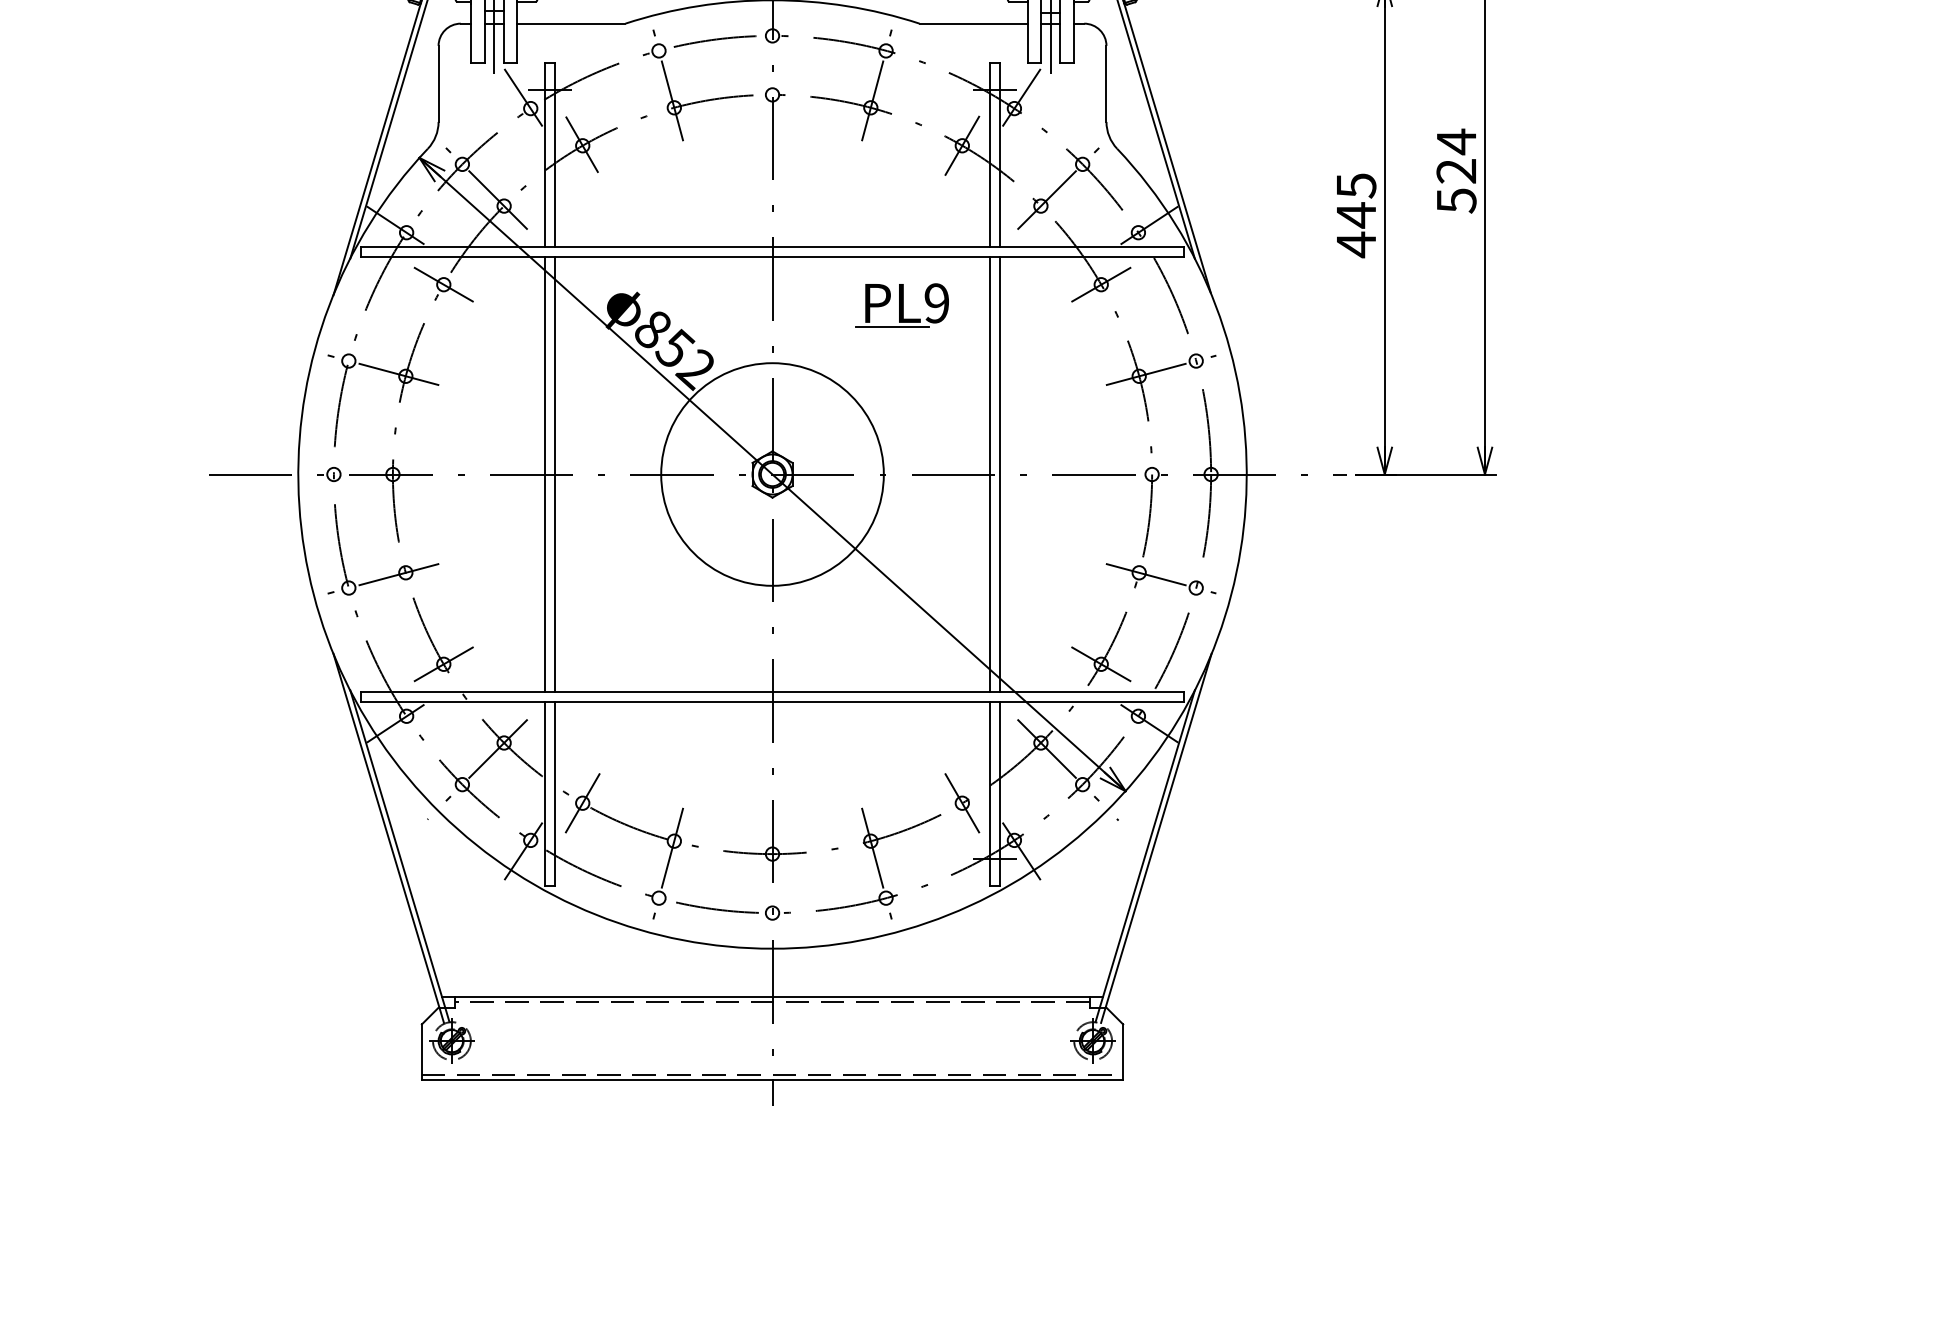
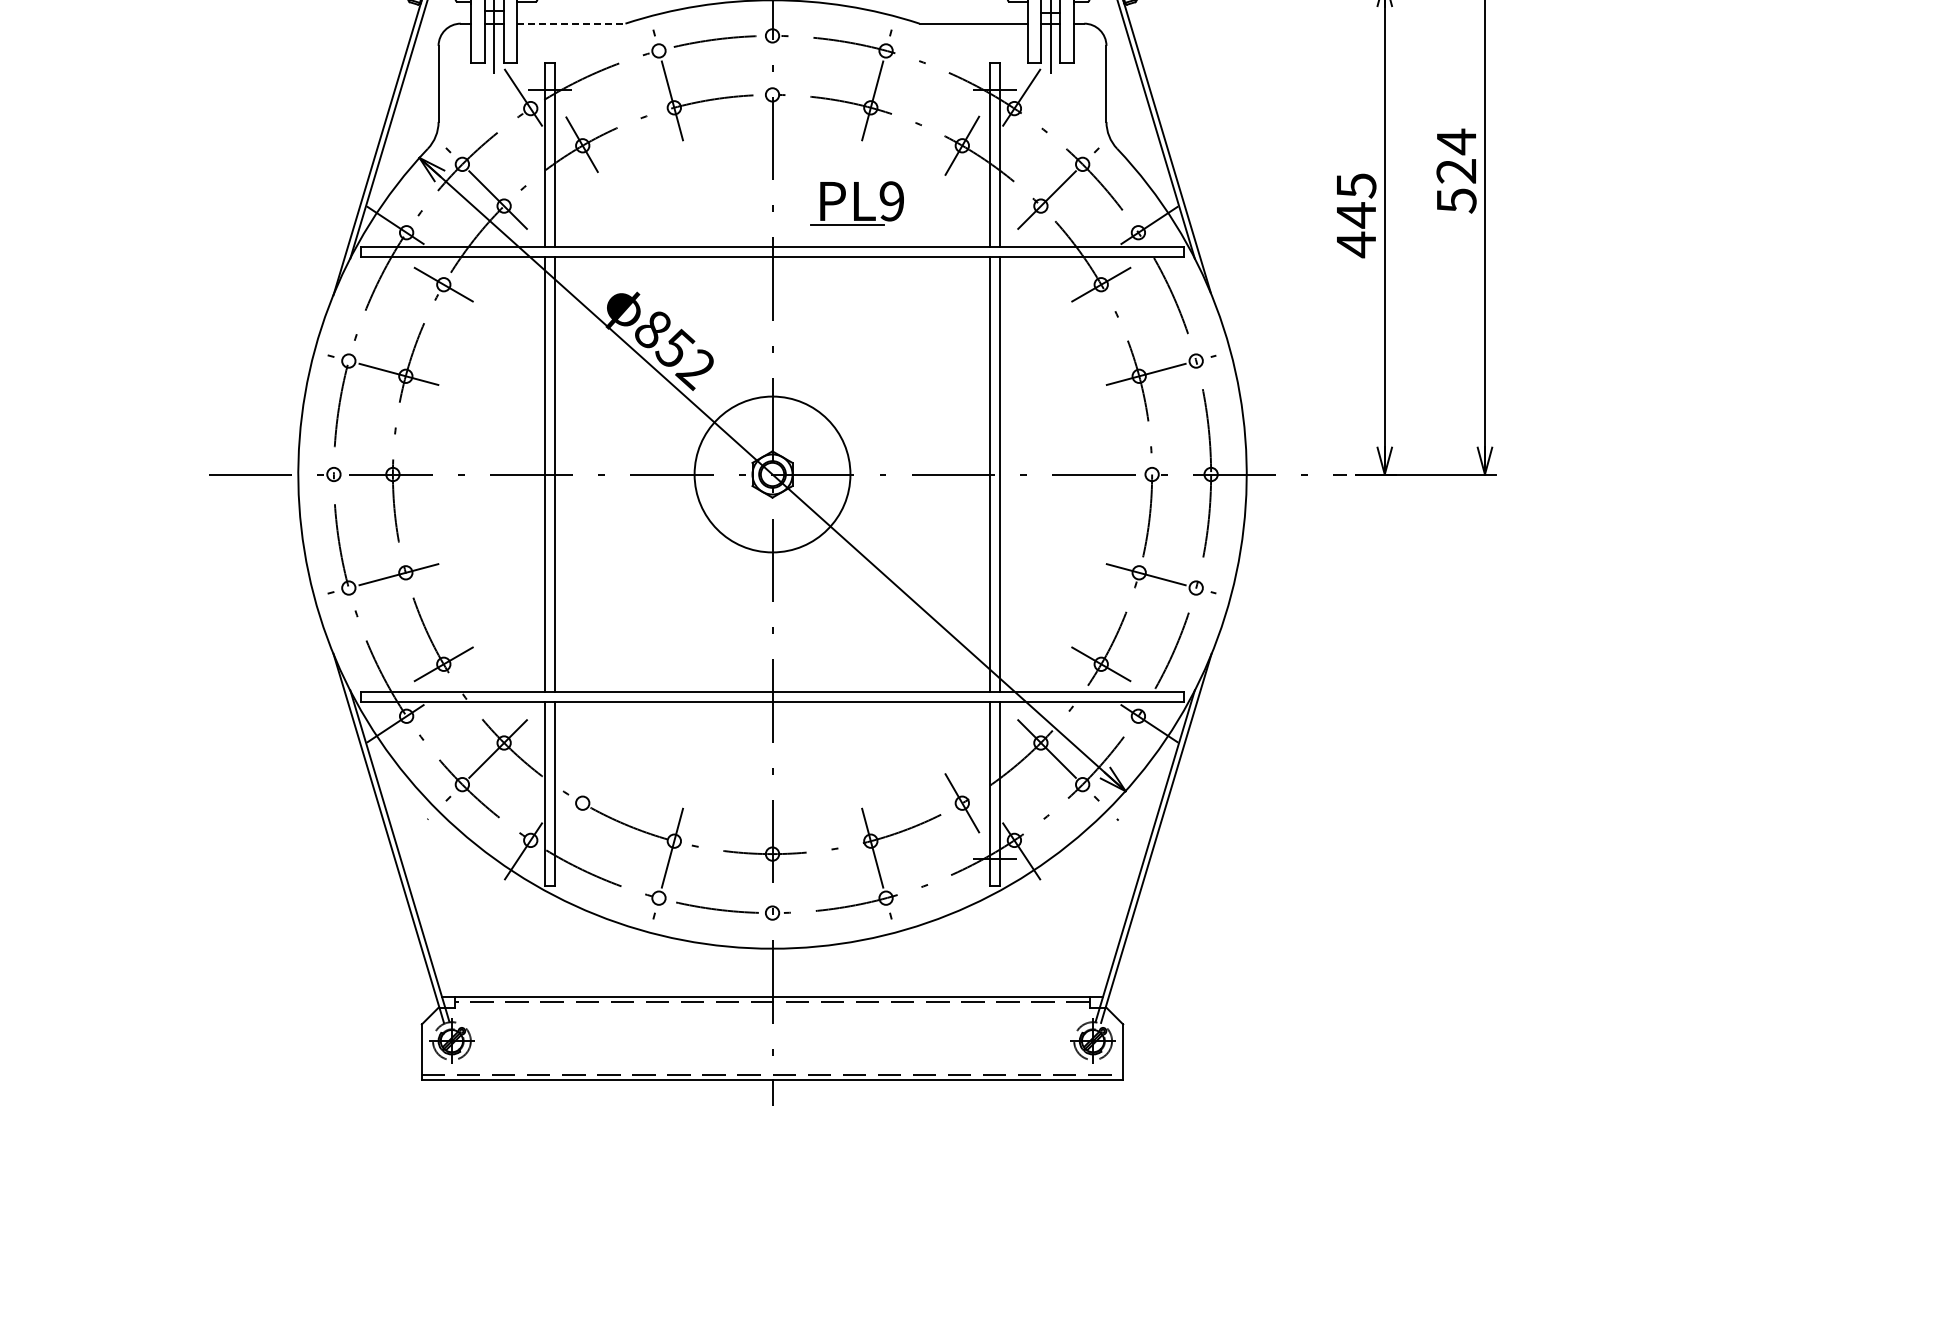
line at (571, 23): solid -> dashed
part at (901, 305) position: (901, 305) -> (856, 203)
circle at (772, 474) diameter: 223 px -> 156 px
line at (582, 803): present -> none
